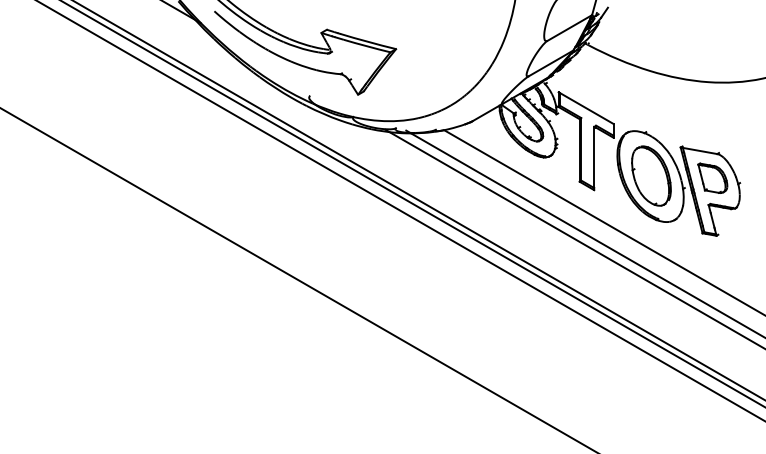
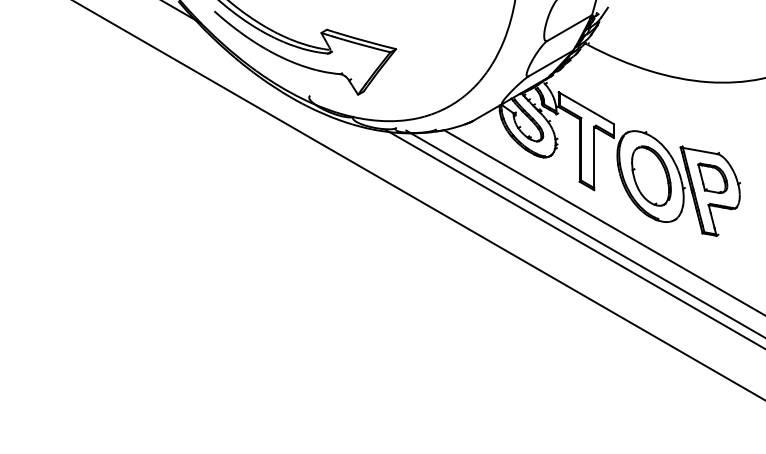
line at (412, 203): present -> none
line at (400, 211): present -> none
line at (297, 279): present -> none
